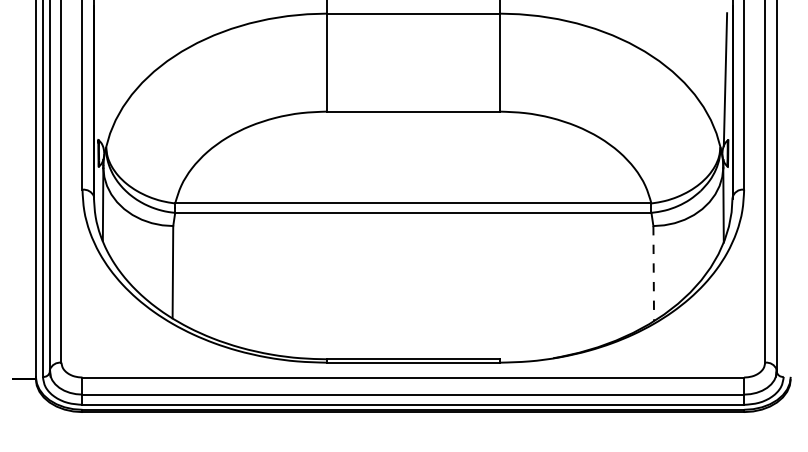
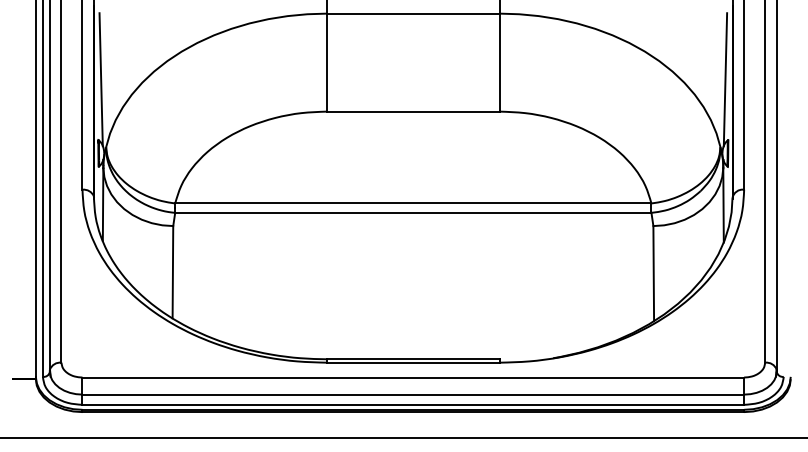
line at (100, 79): none -> present
line at (653, 273): dashed -> solid
line at (403, 438): none -> present
